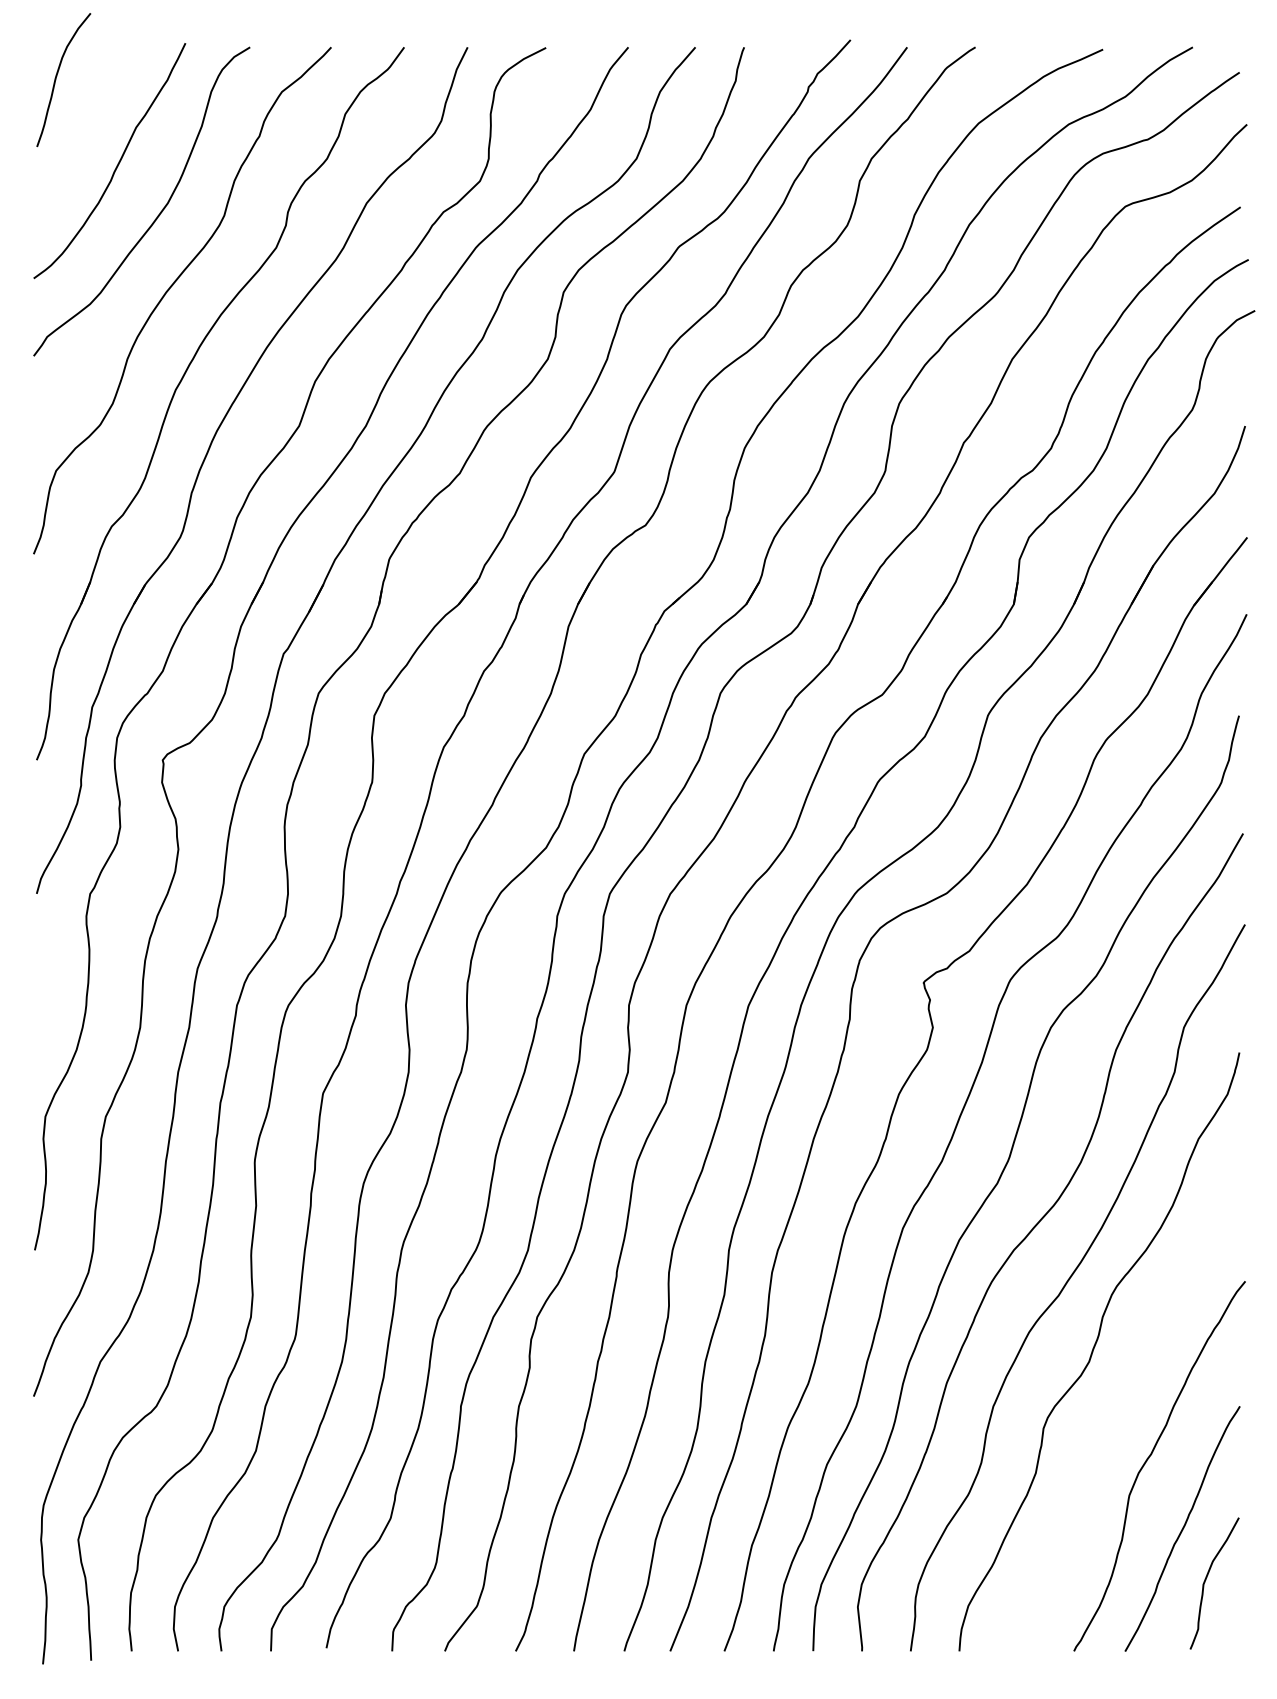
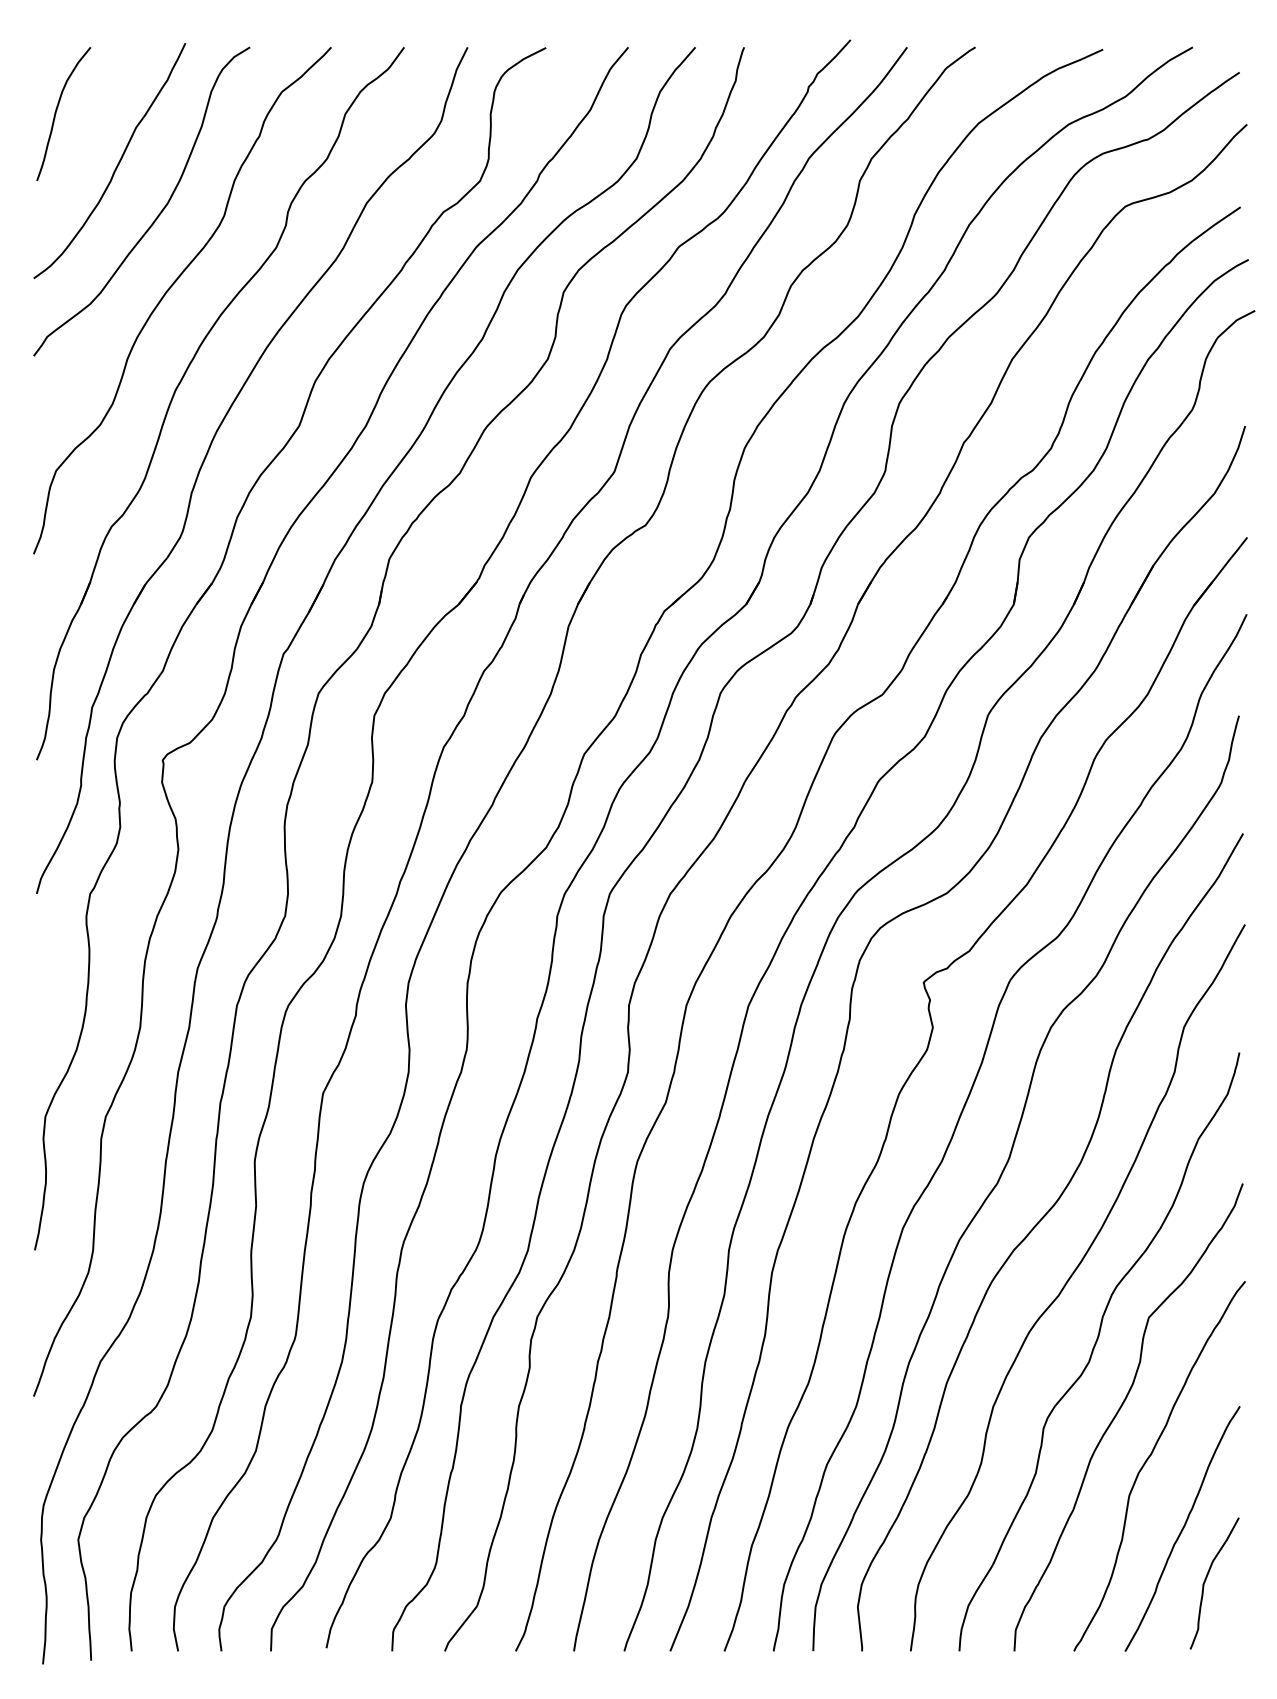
curve at (56, 80) position: (56, 80) -> (56, 114)
curve at (1118, 1413): none -> present
